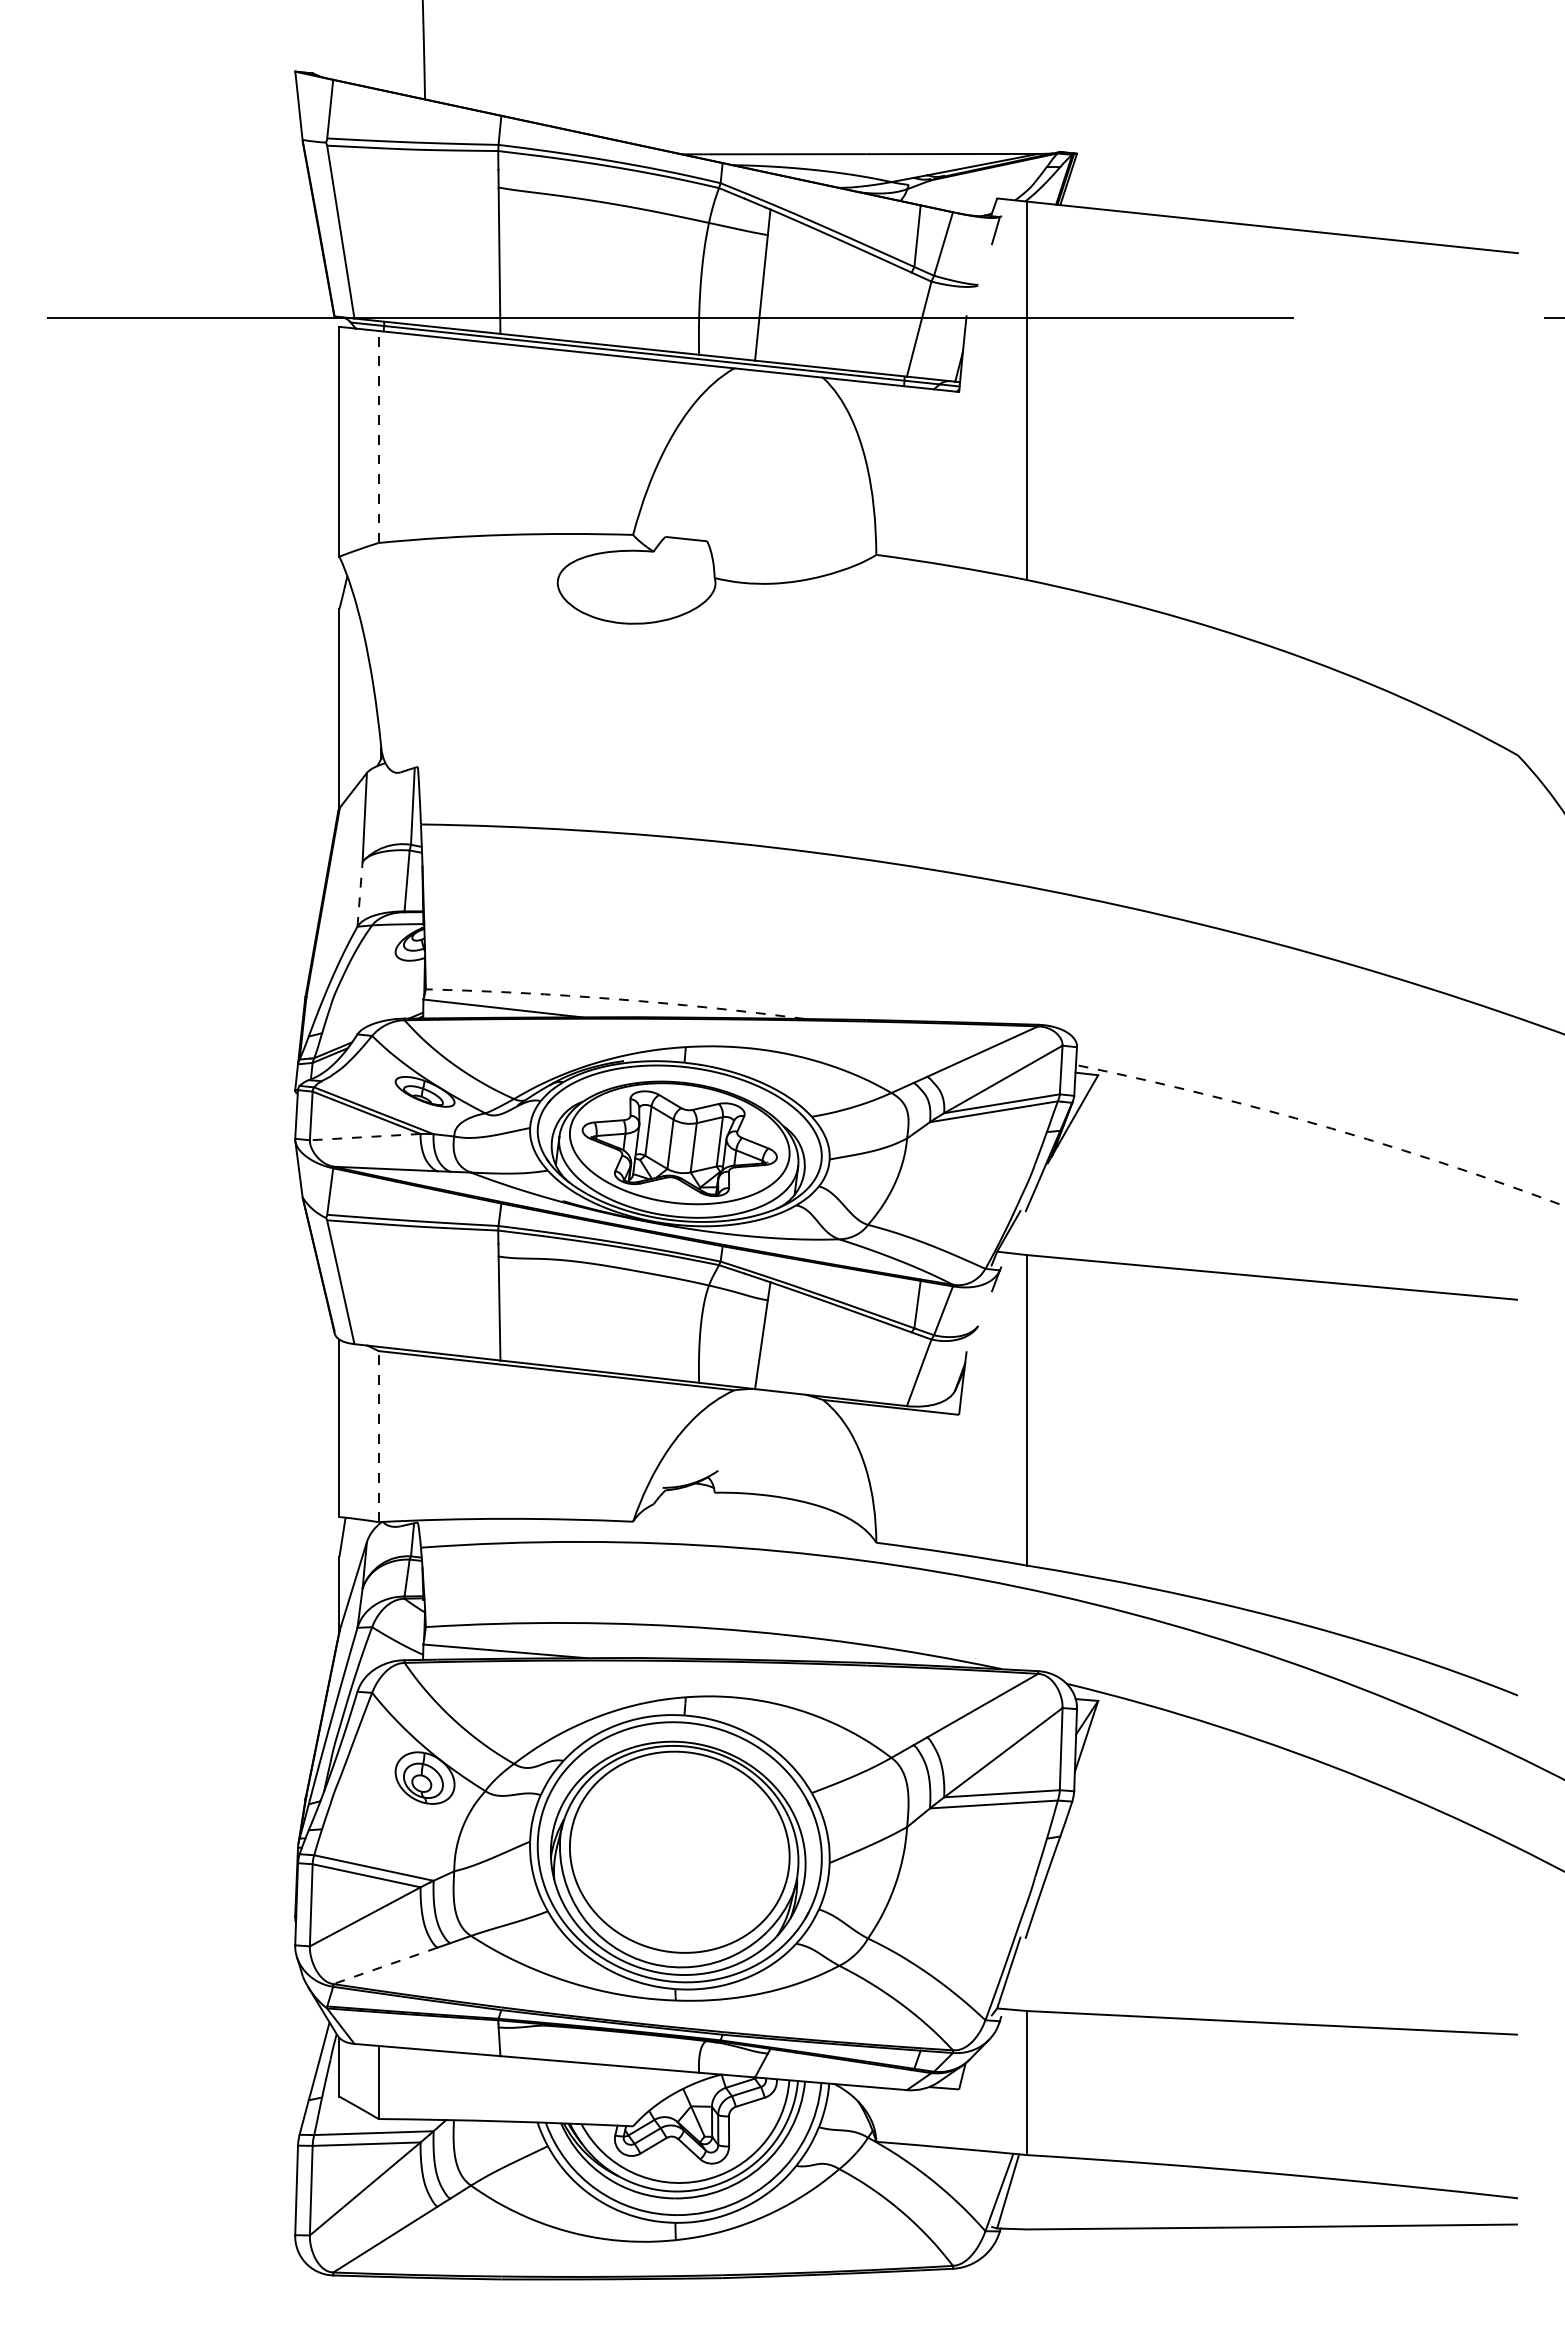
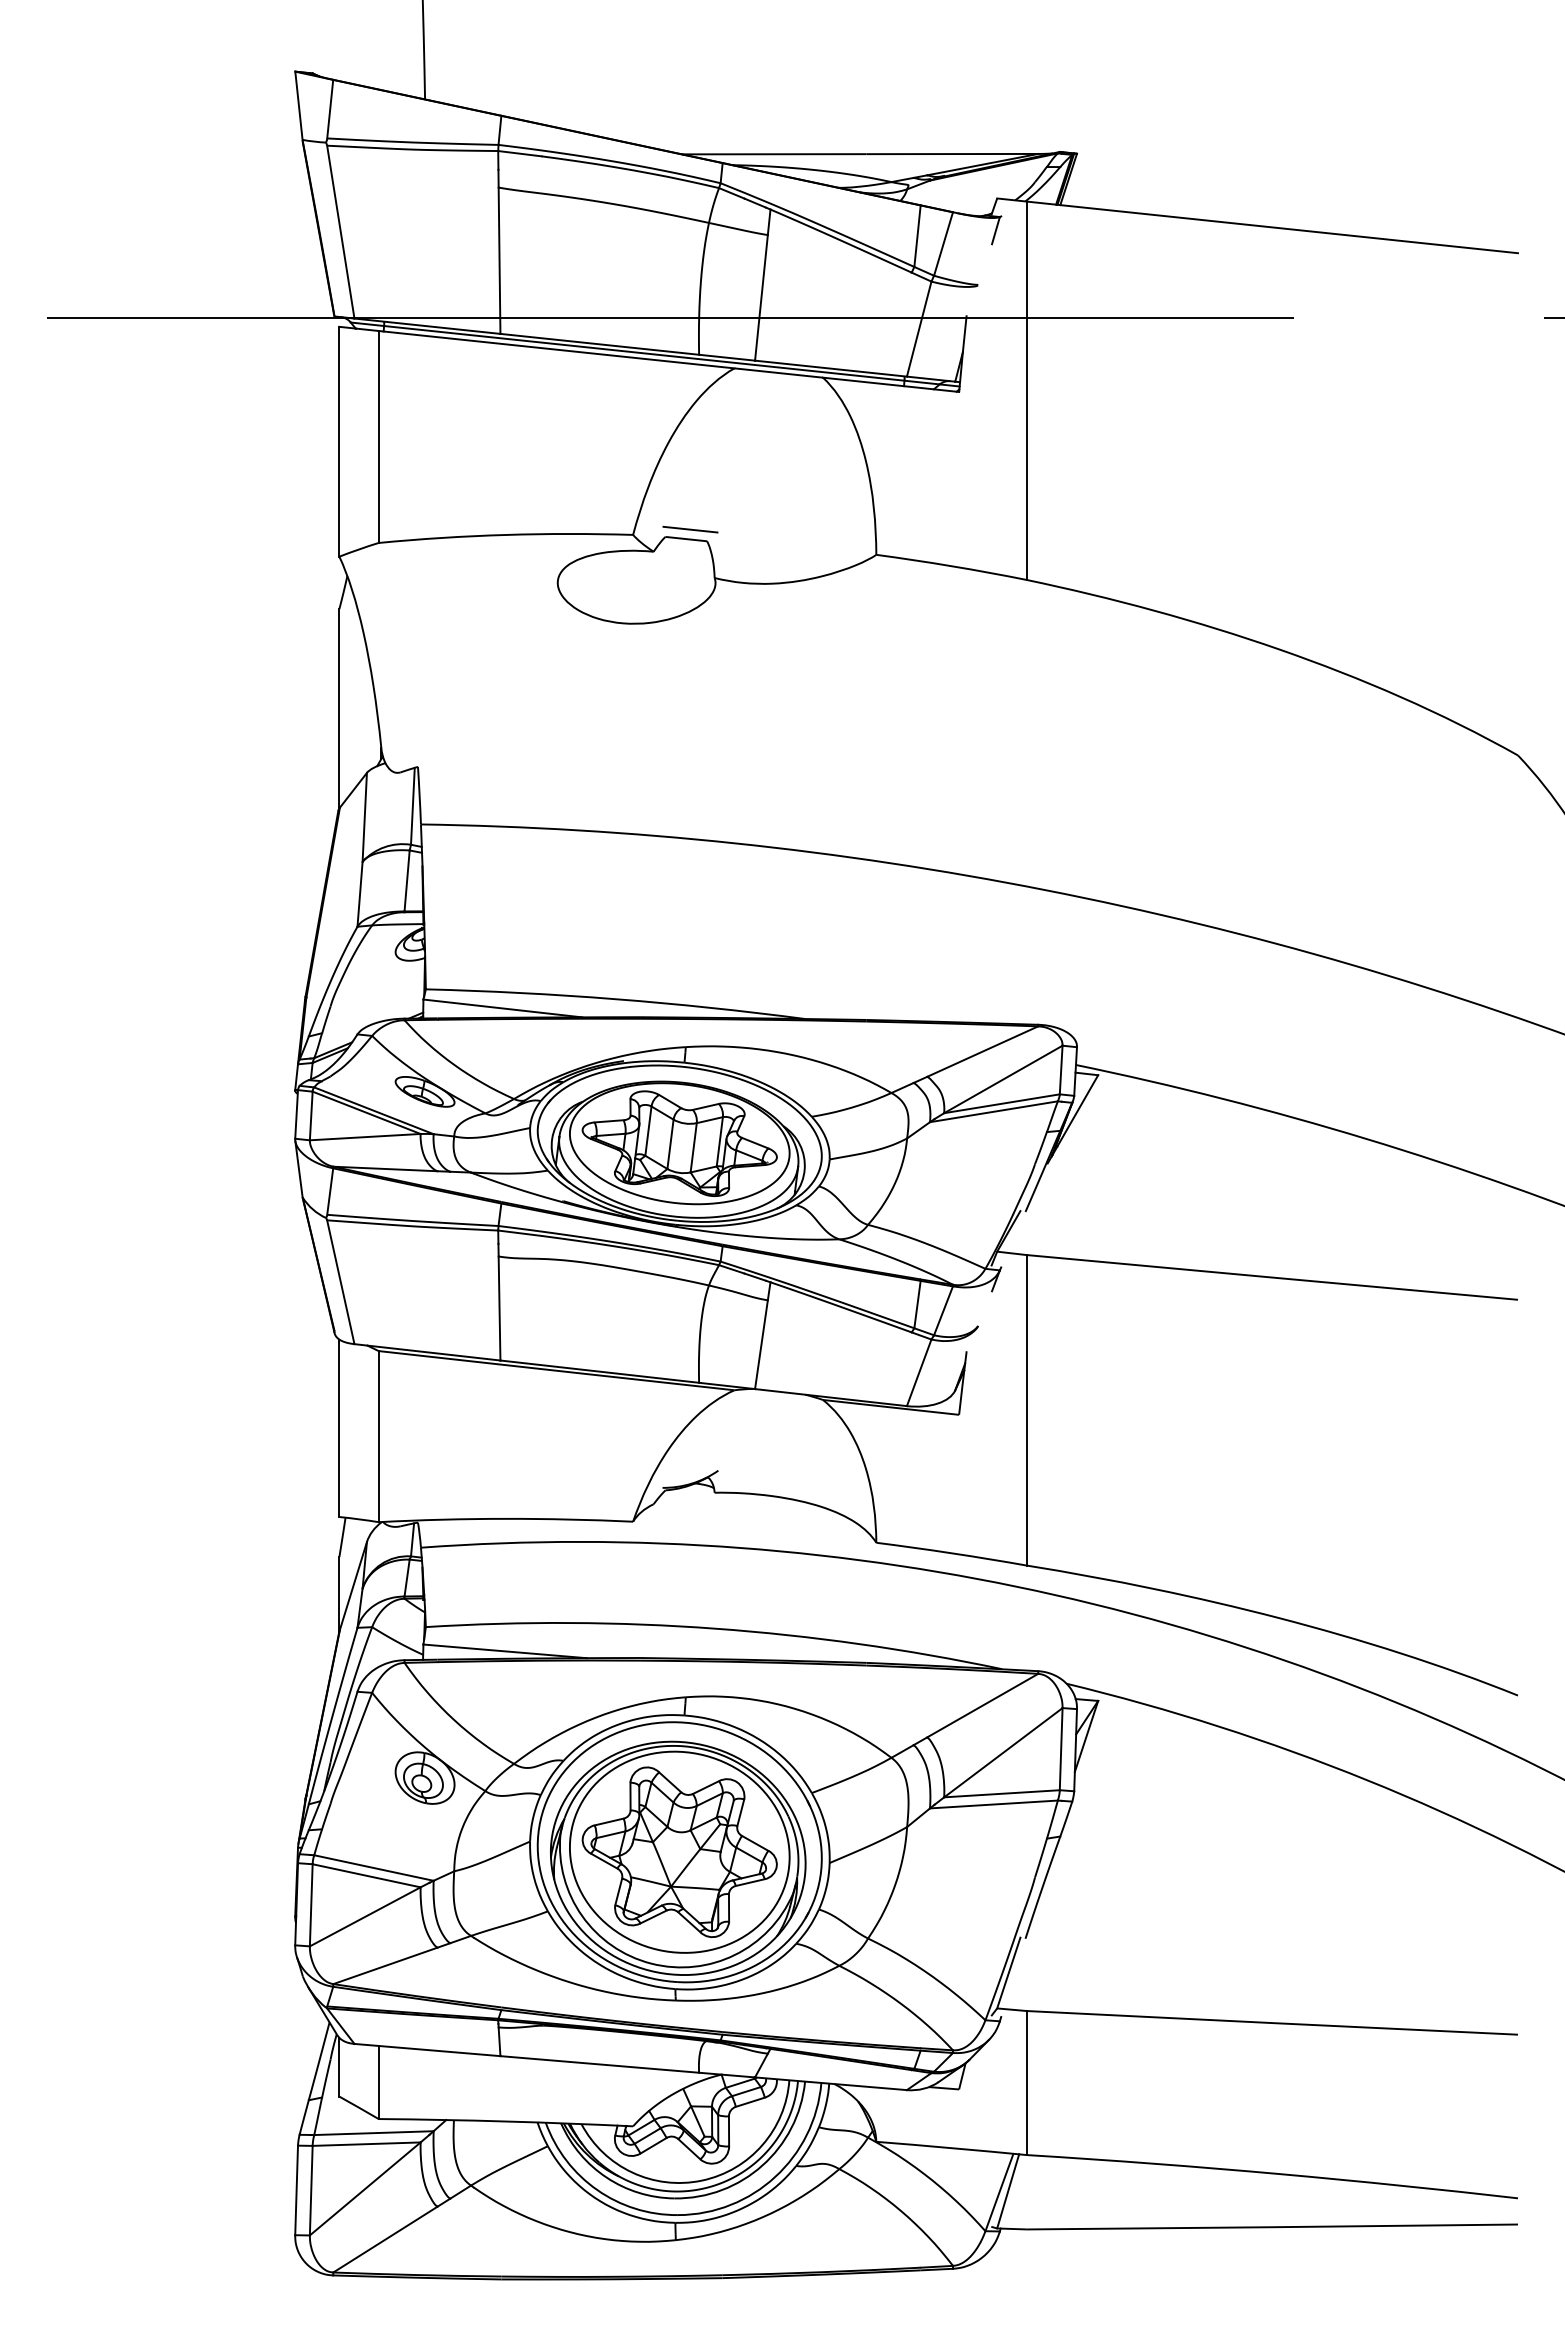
line at (378, 436): dashed -> solid
line at (690, 529): none -> present
line at (360, 894): dashed -> solid
arc at (615, 999): dashed -> solid
arc at (1322, 1126): dashed -> solid
line at (364, 1137): dashed -> solid
line at (378, 1436): dashed -> solid
part at (679, 1851): none -> present
line at (384, 1966): dashed -> solid
